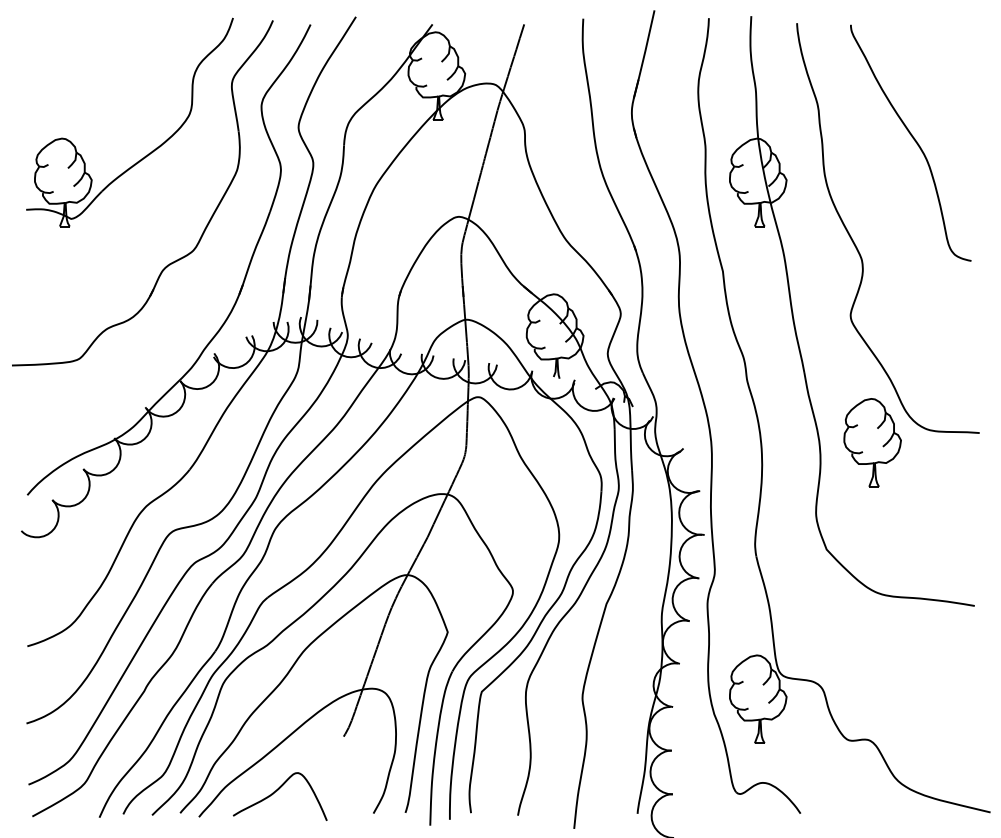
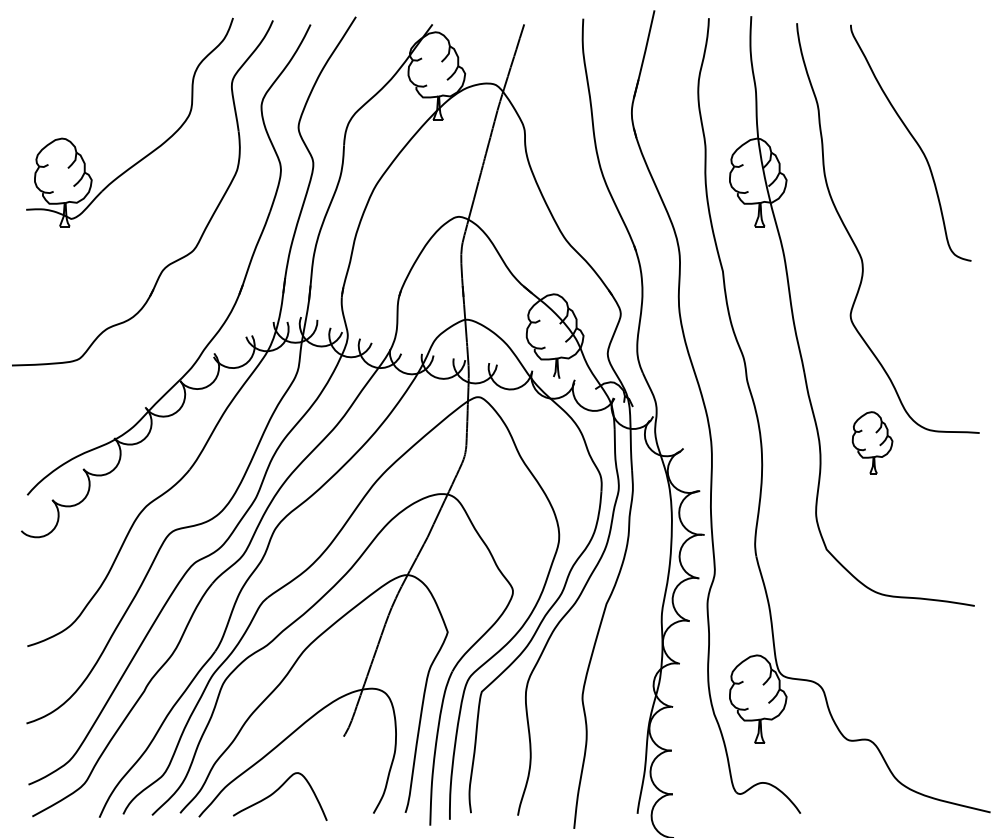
part at (872, 442) size: 59x90 px -> 43x64 px
